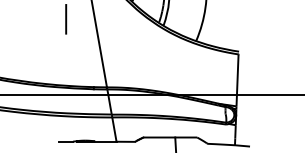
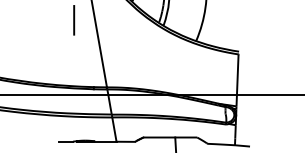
line at (66, 19) position: (66, 19) -> (74, 20)
